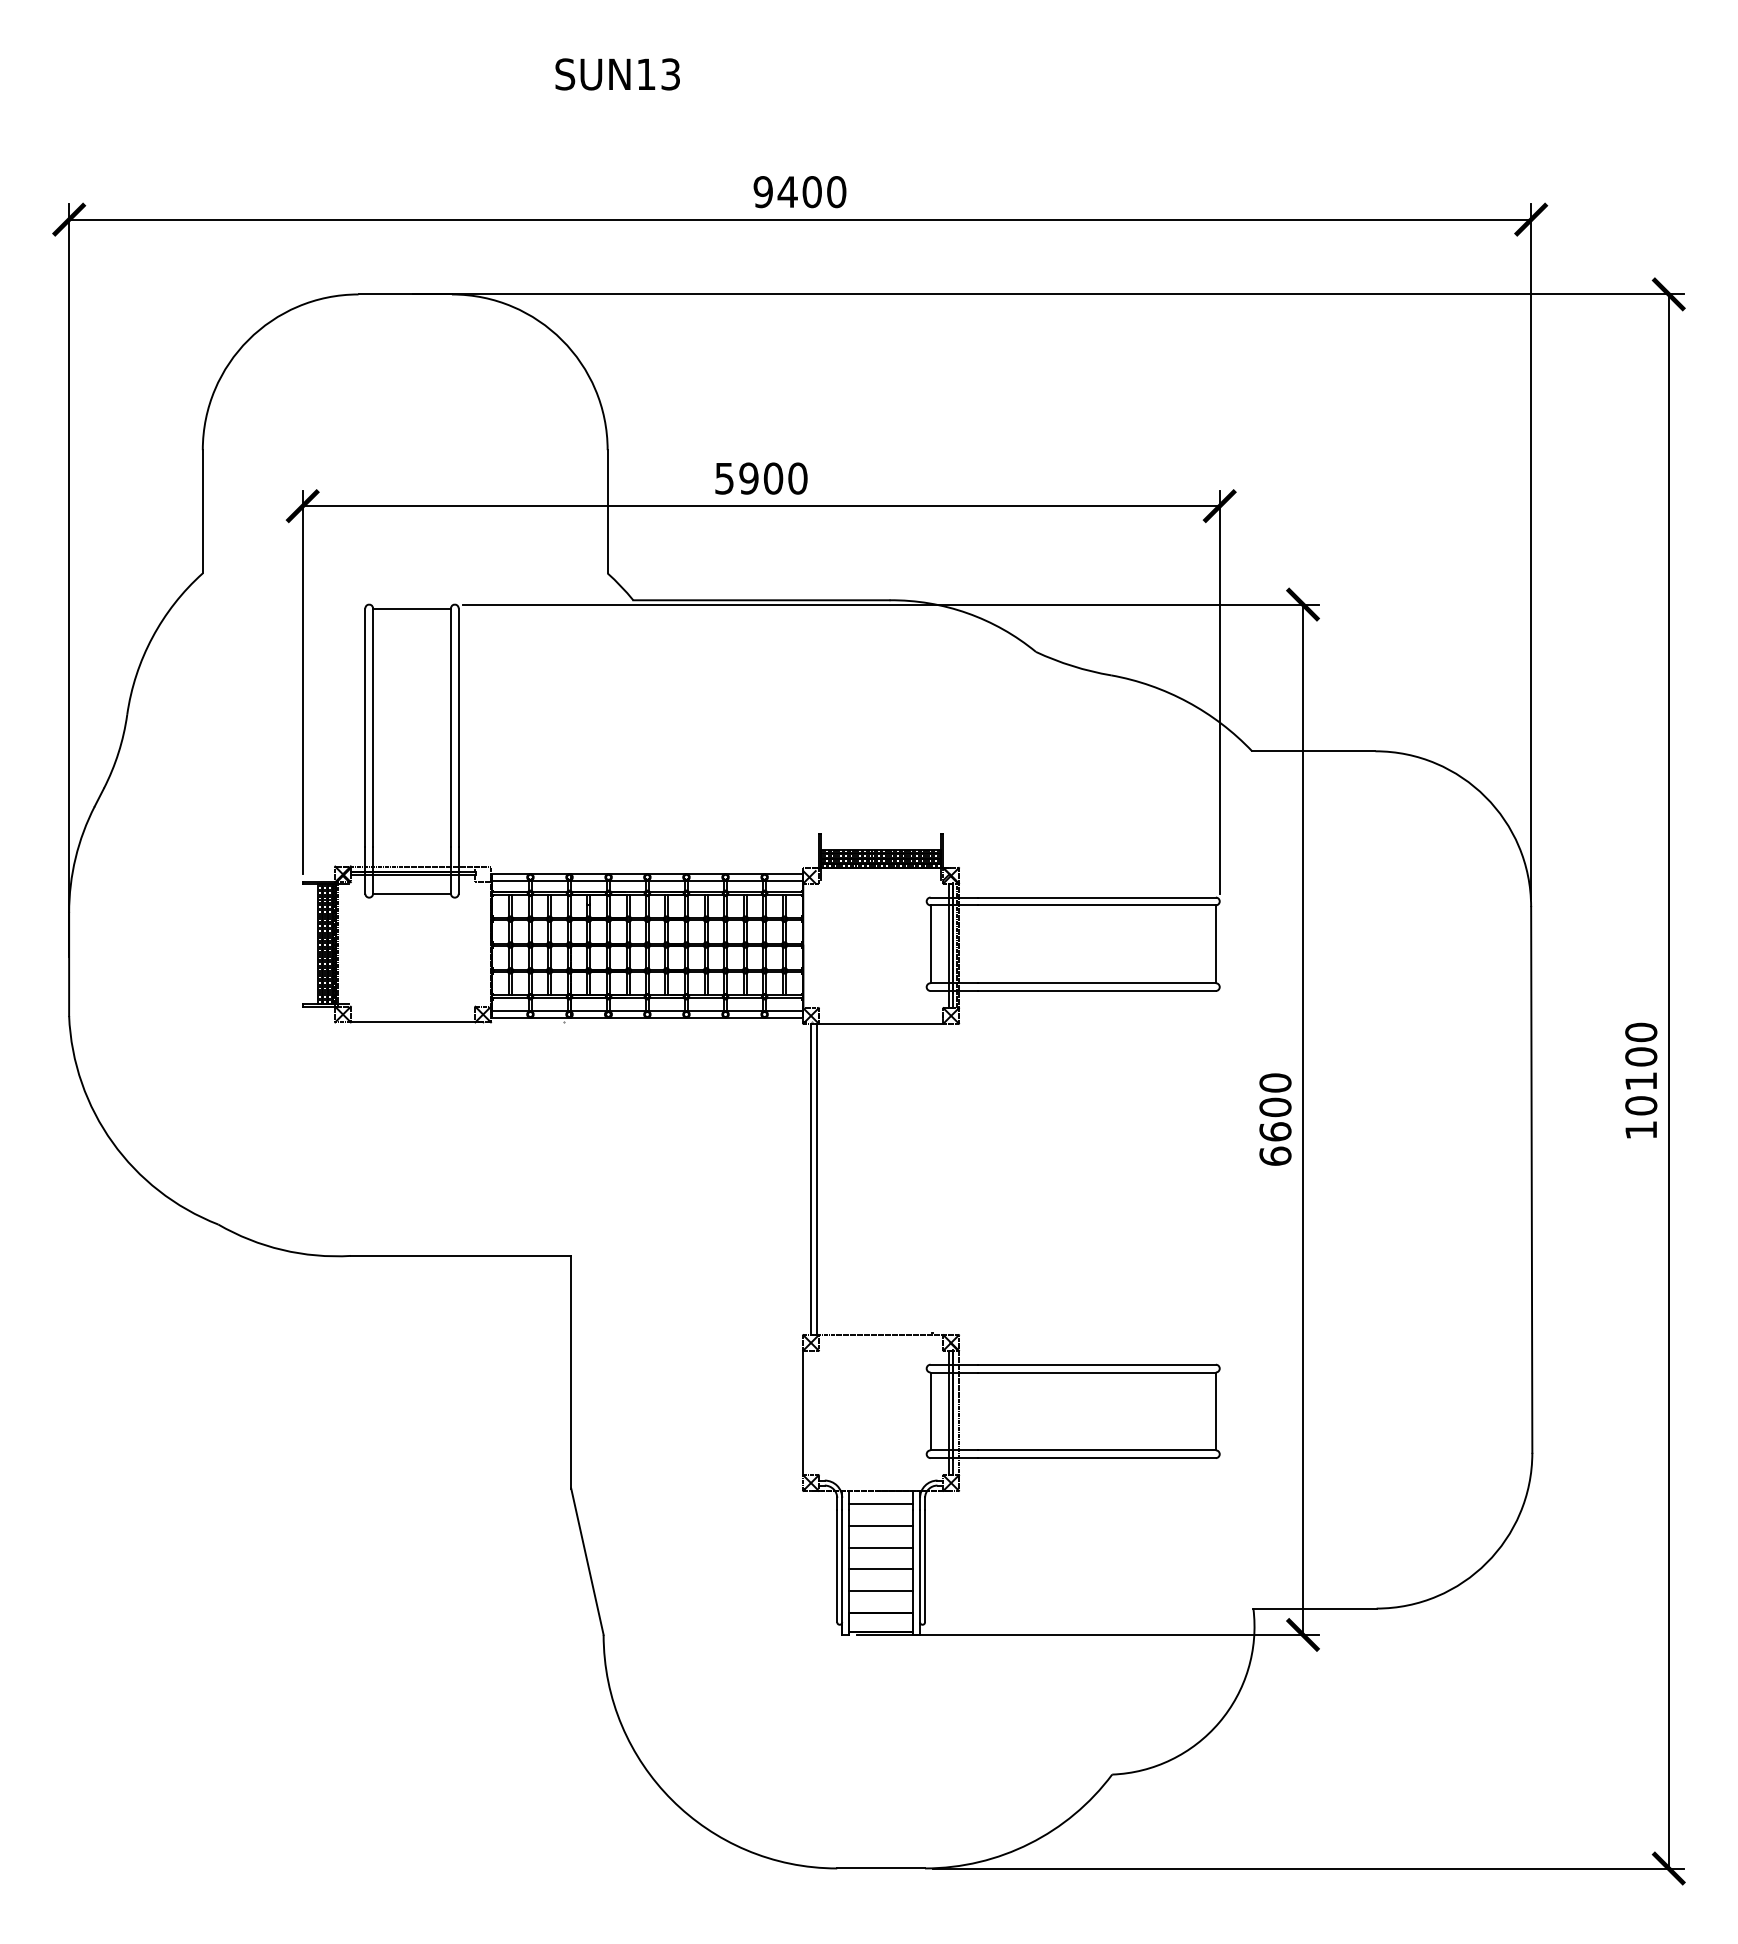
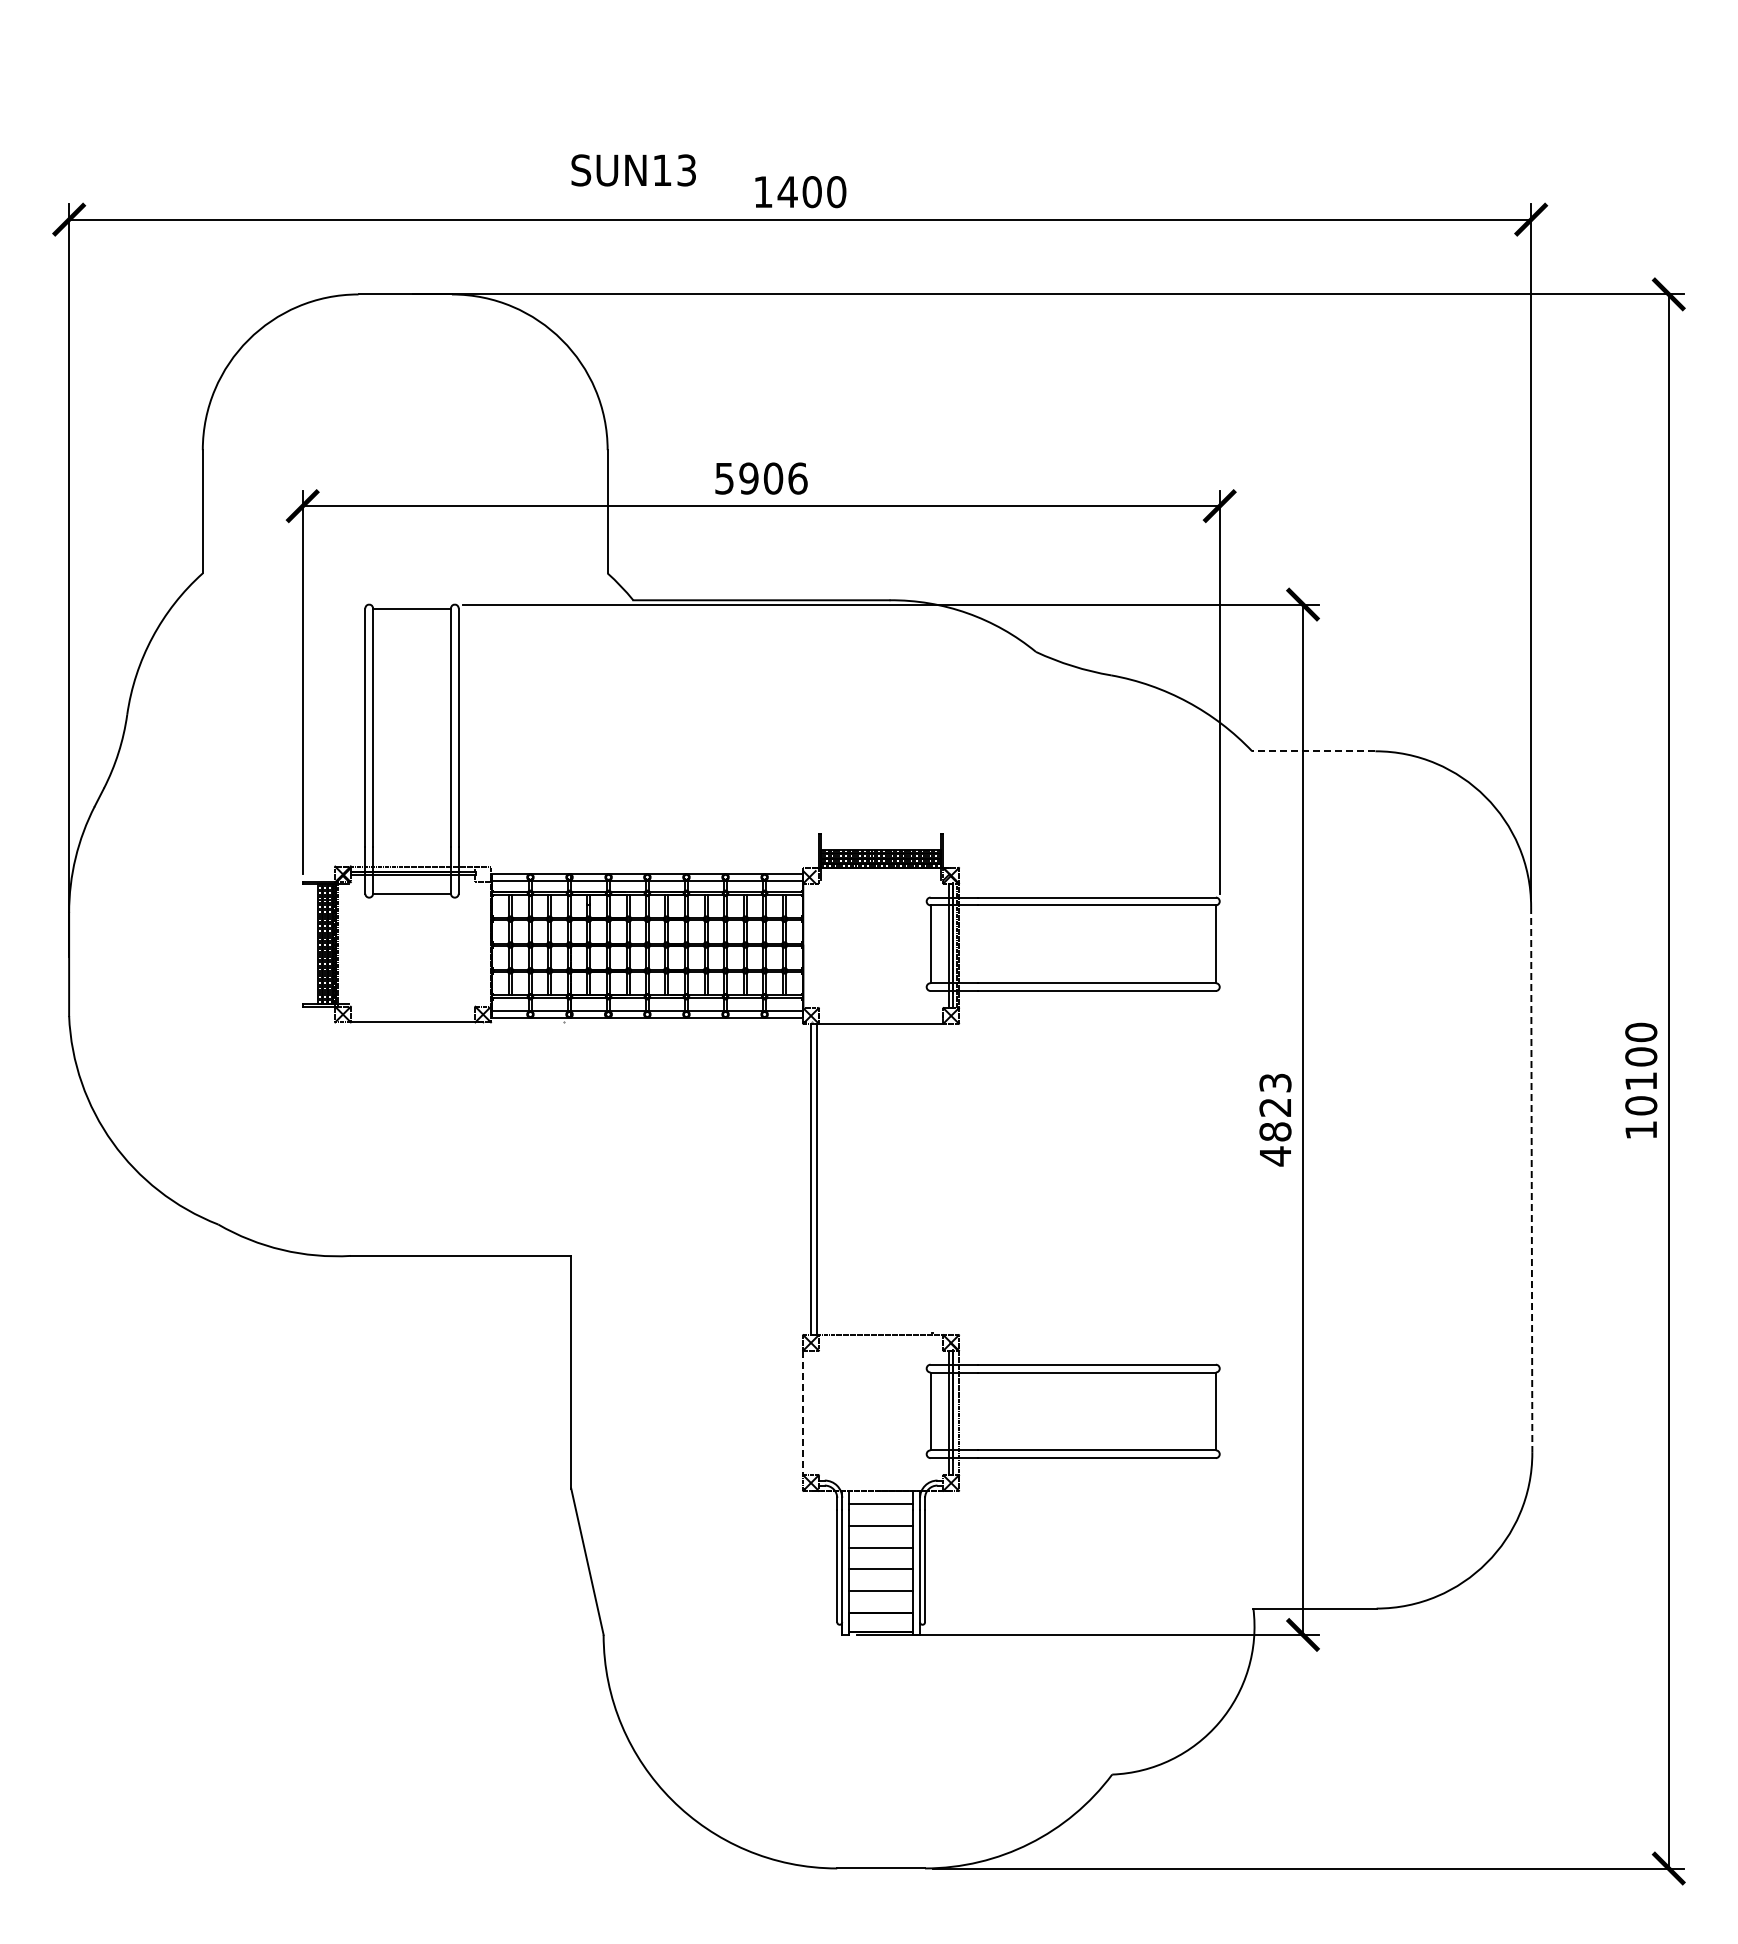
text at (617, 74) position: (617, 74) -> (633, 170)
text at (762, 192): 9400 -> 1400
text at (797, 478): 5900 -> 5906
line at (1313, 751): solid -> dashed
text at (1275, 1119): 6600 -> 4823
line at (1531, 1179): solid -> dashed
line at (803, 1413): solid -> dashed
